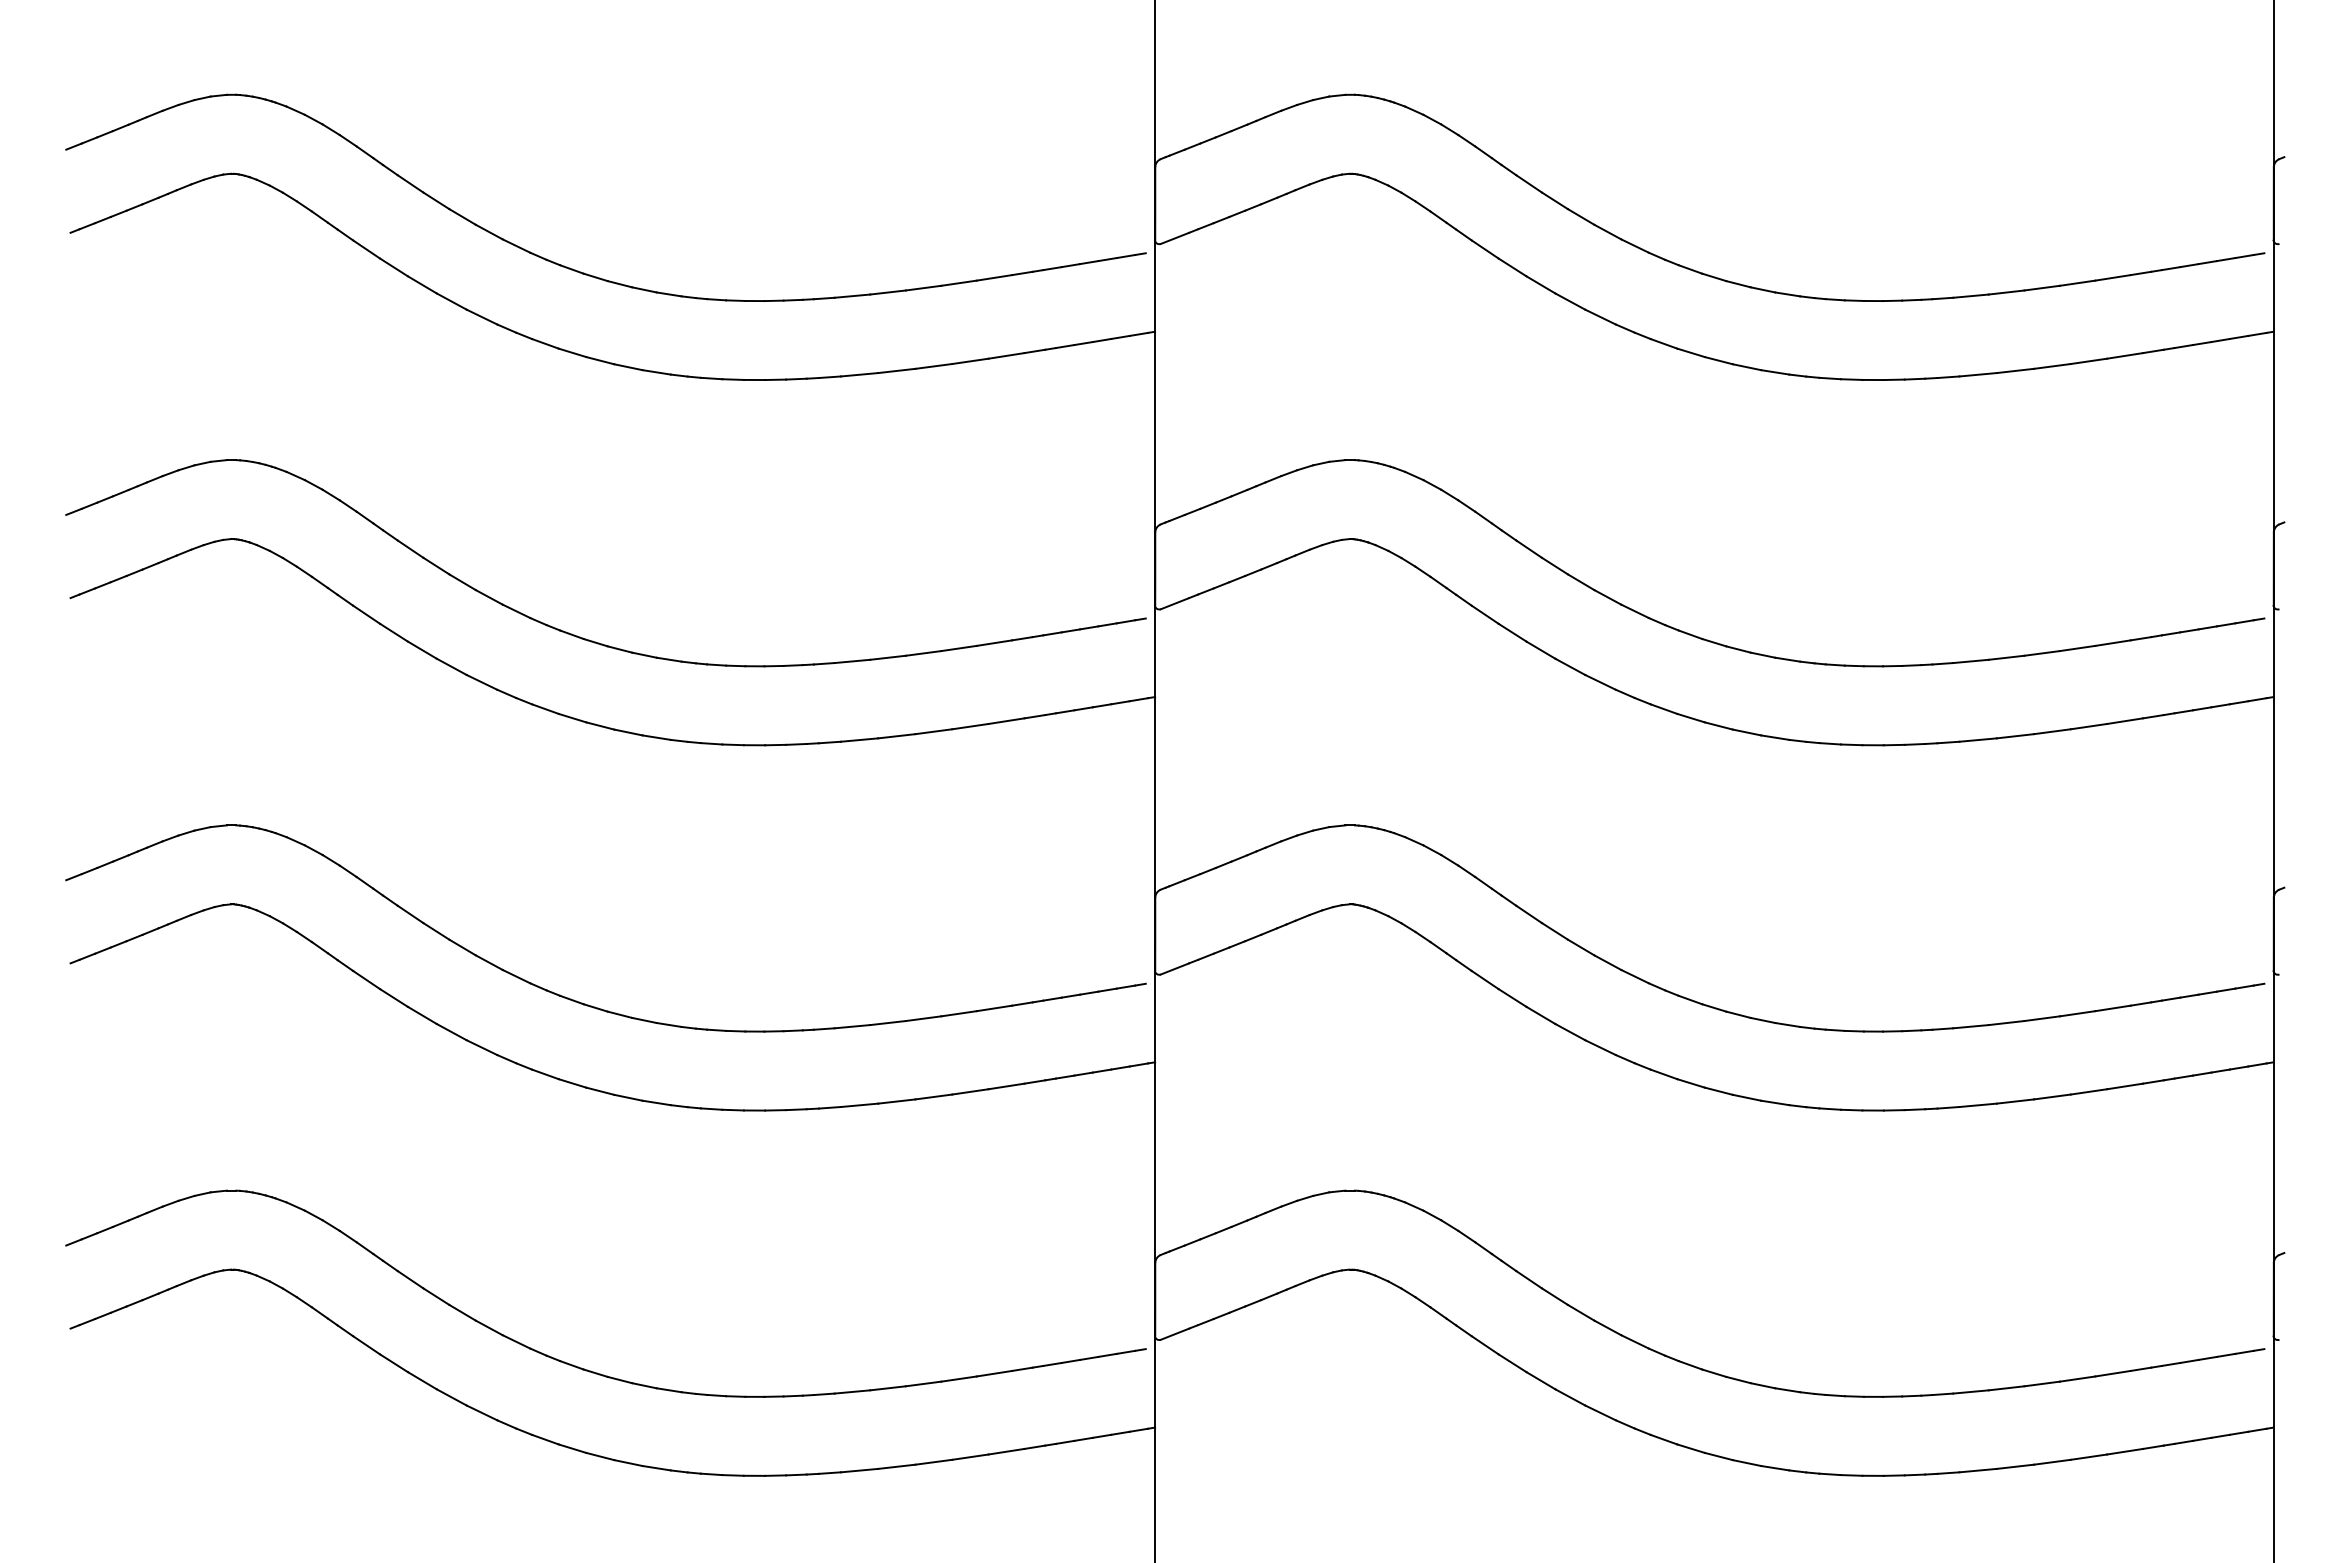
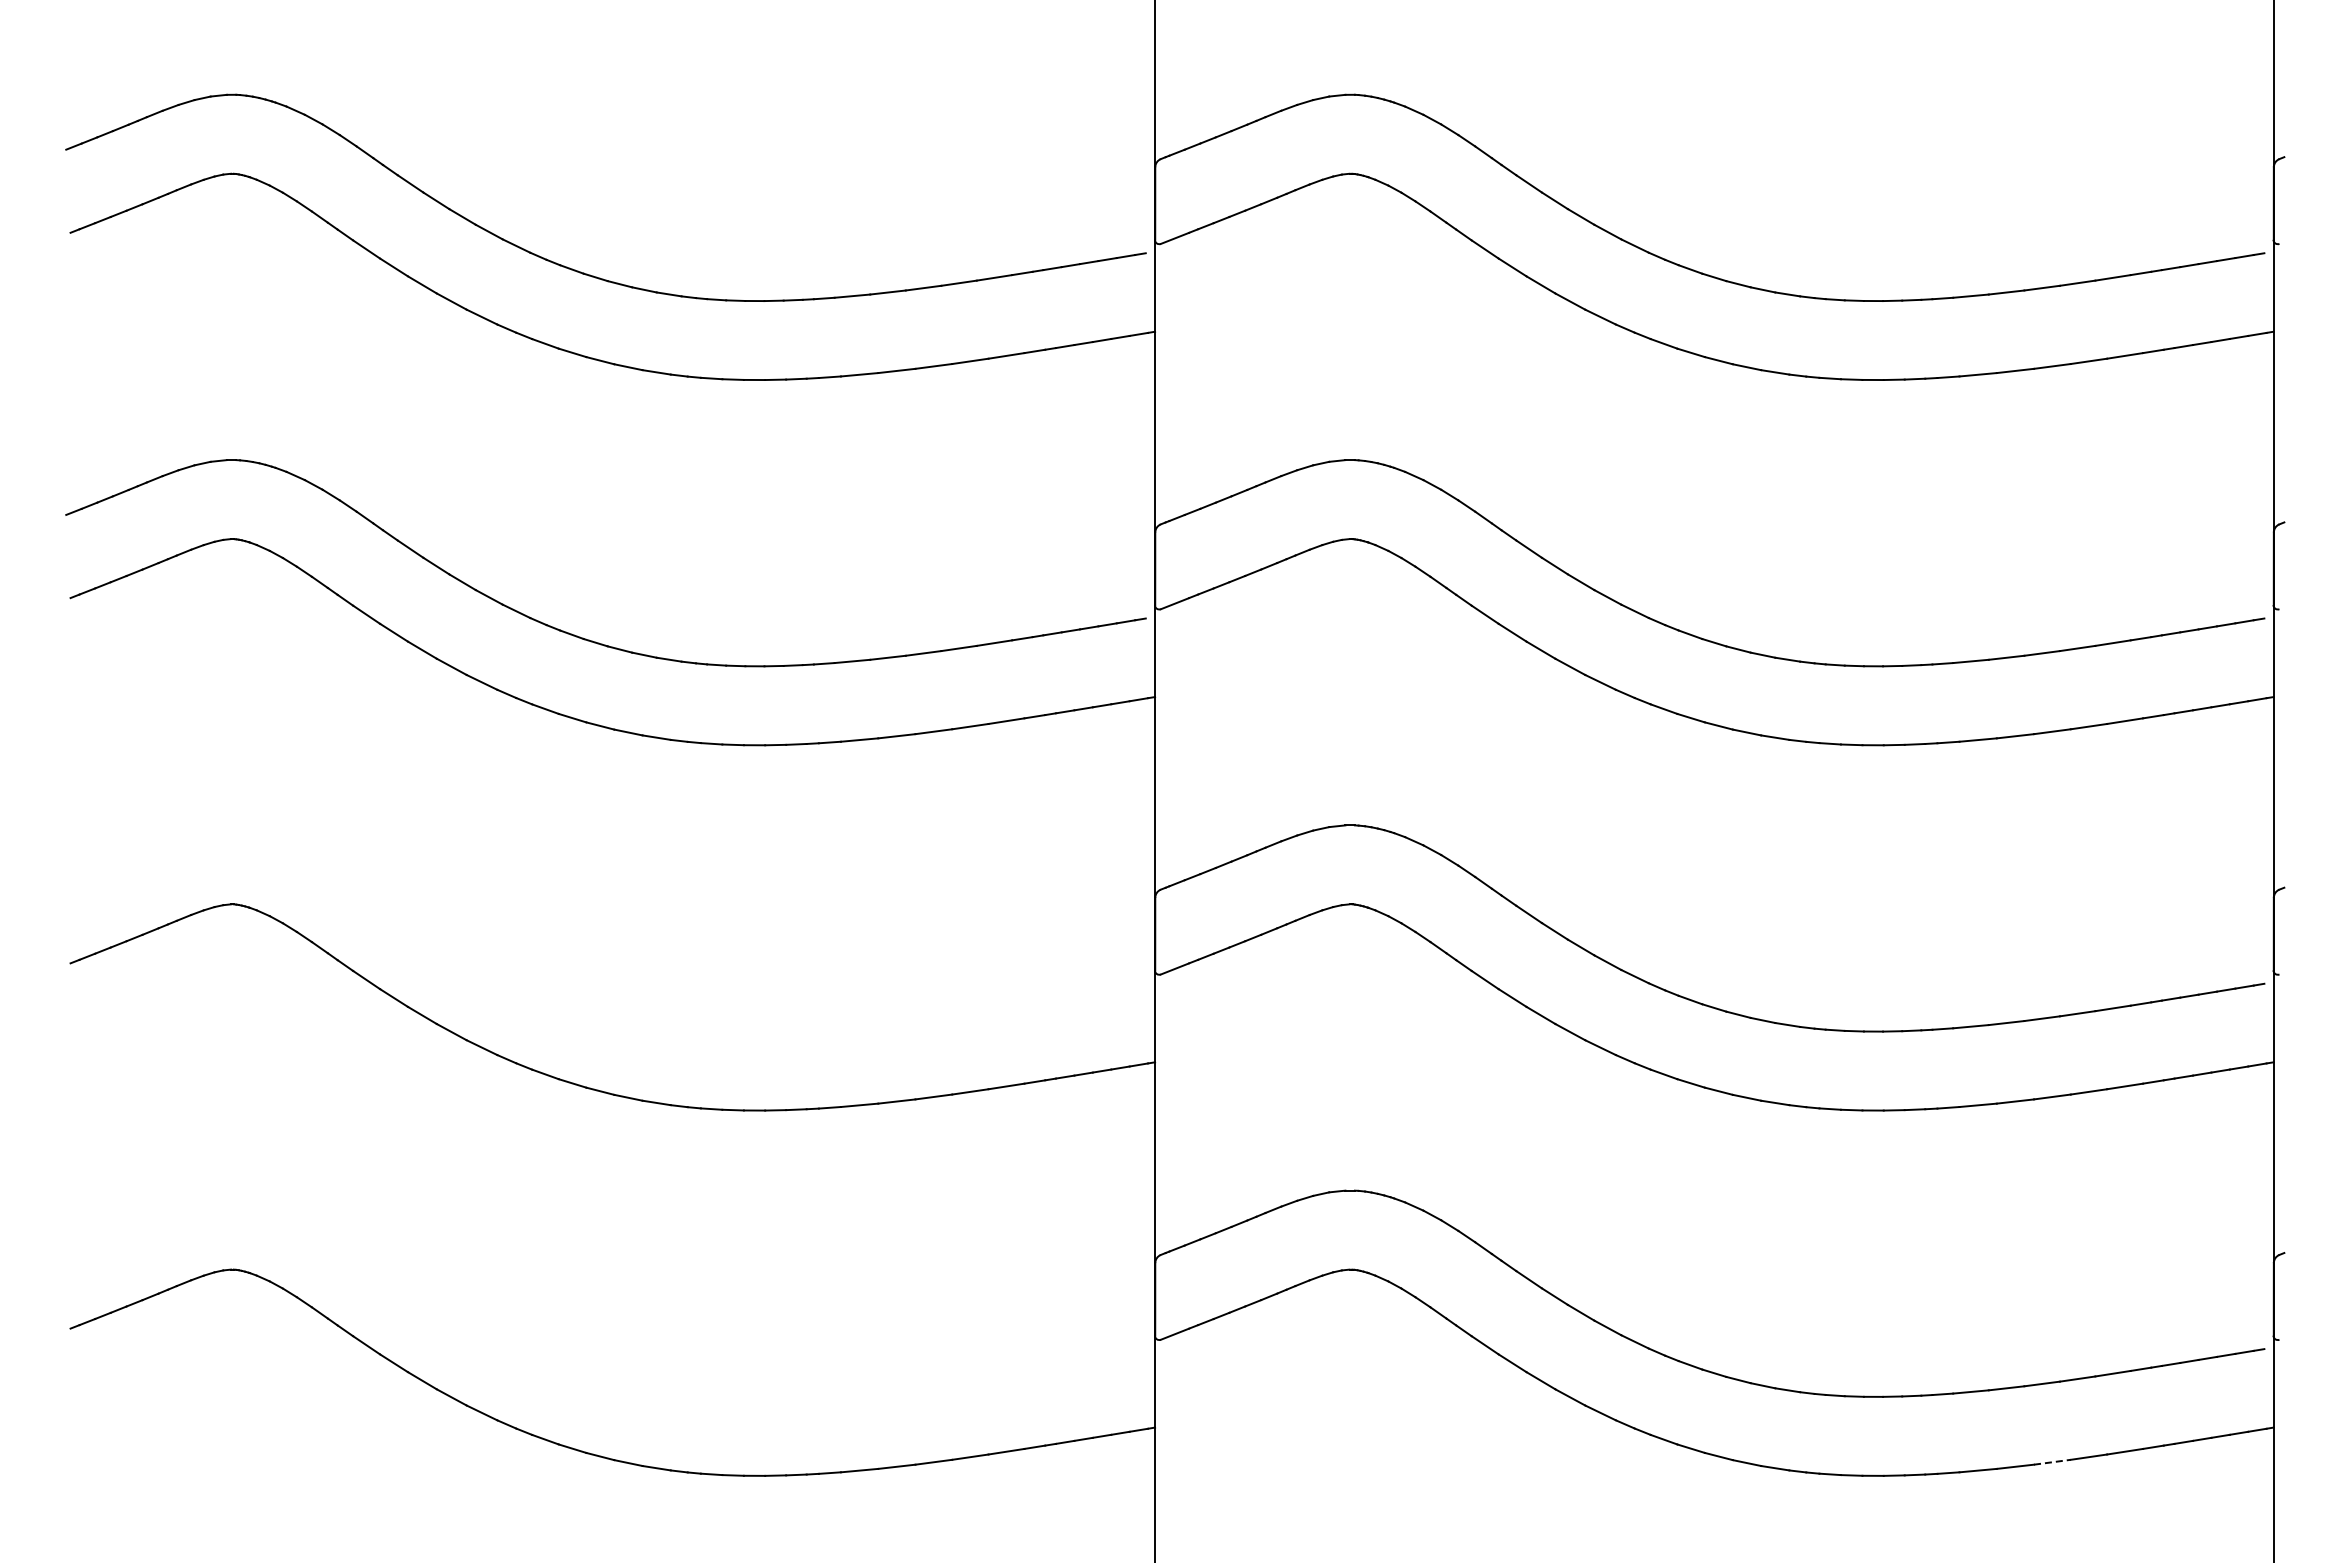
part at (579, 1001): present -> none
part at (581, 1367): present -> none
line at (2052, 1462): solid -> dashed
